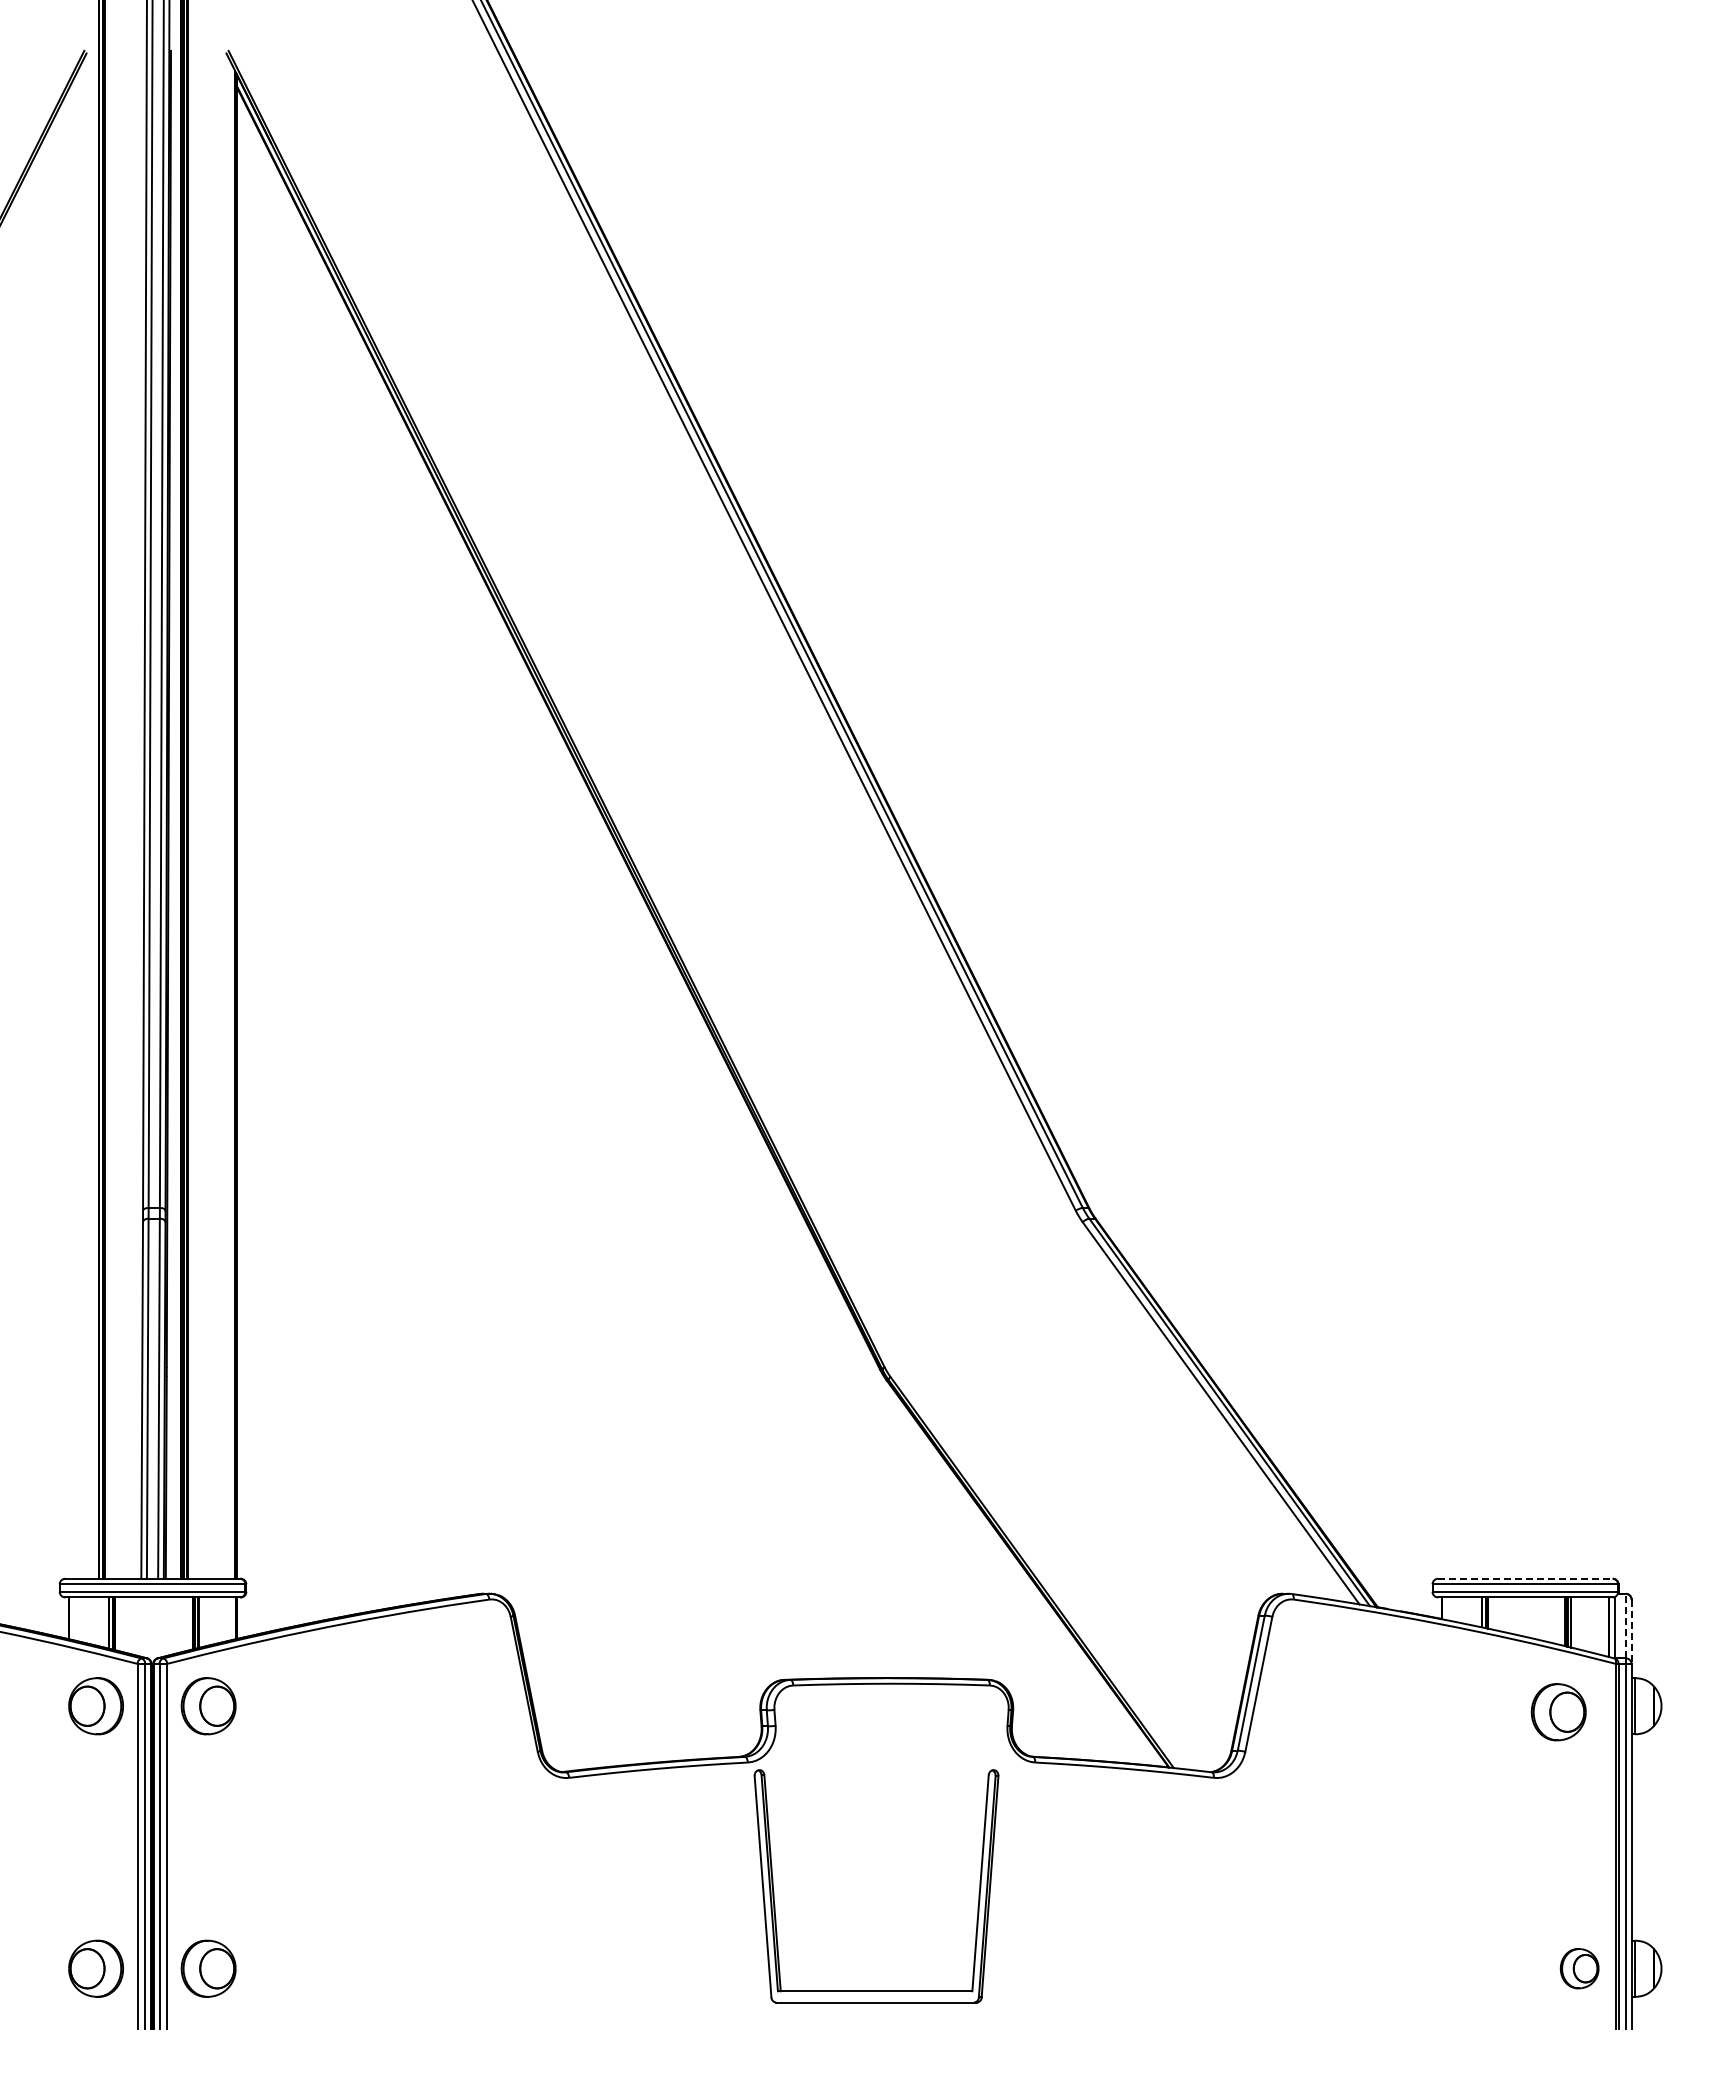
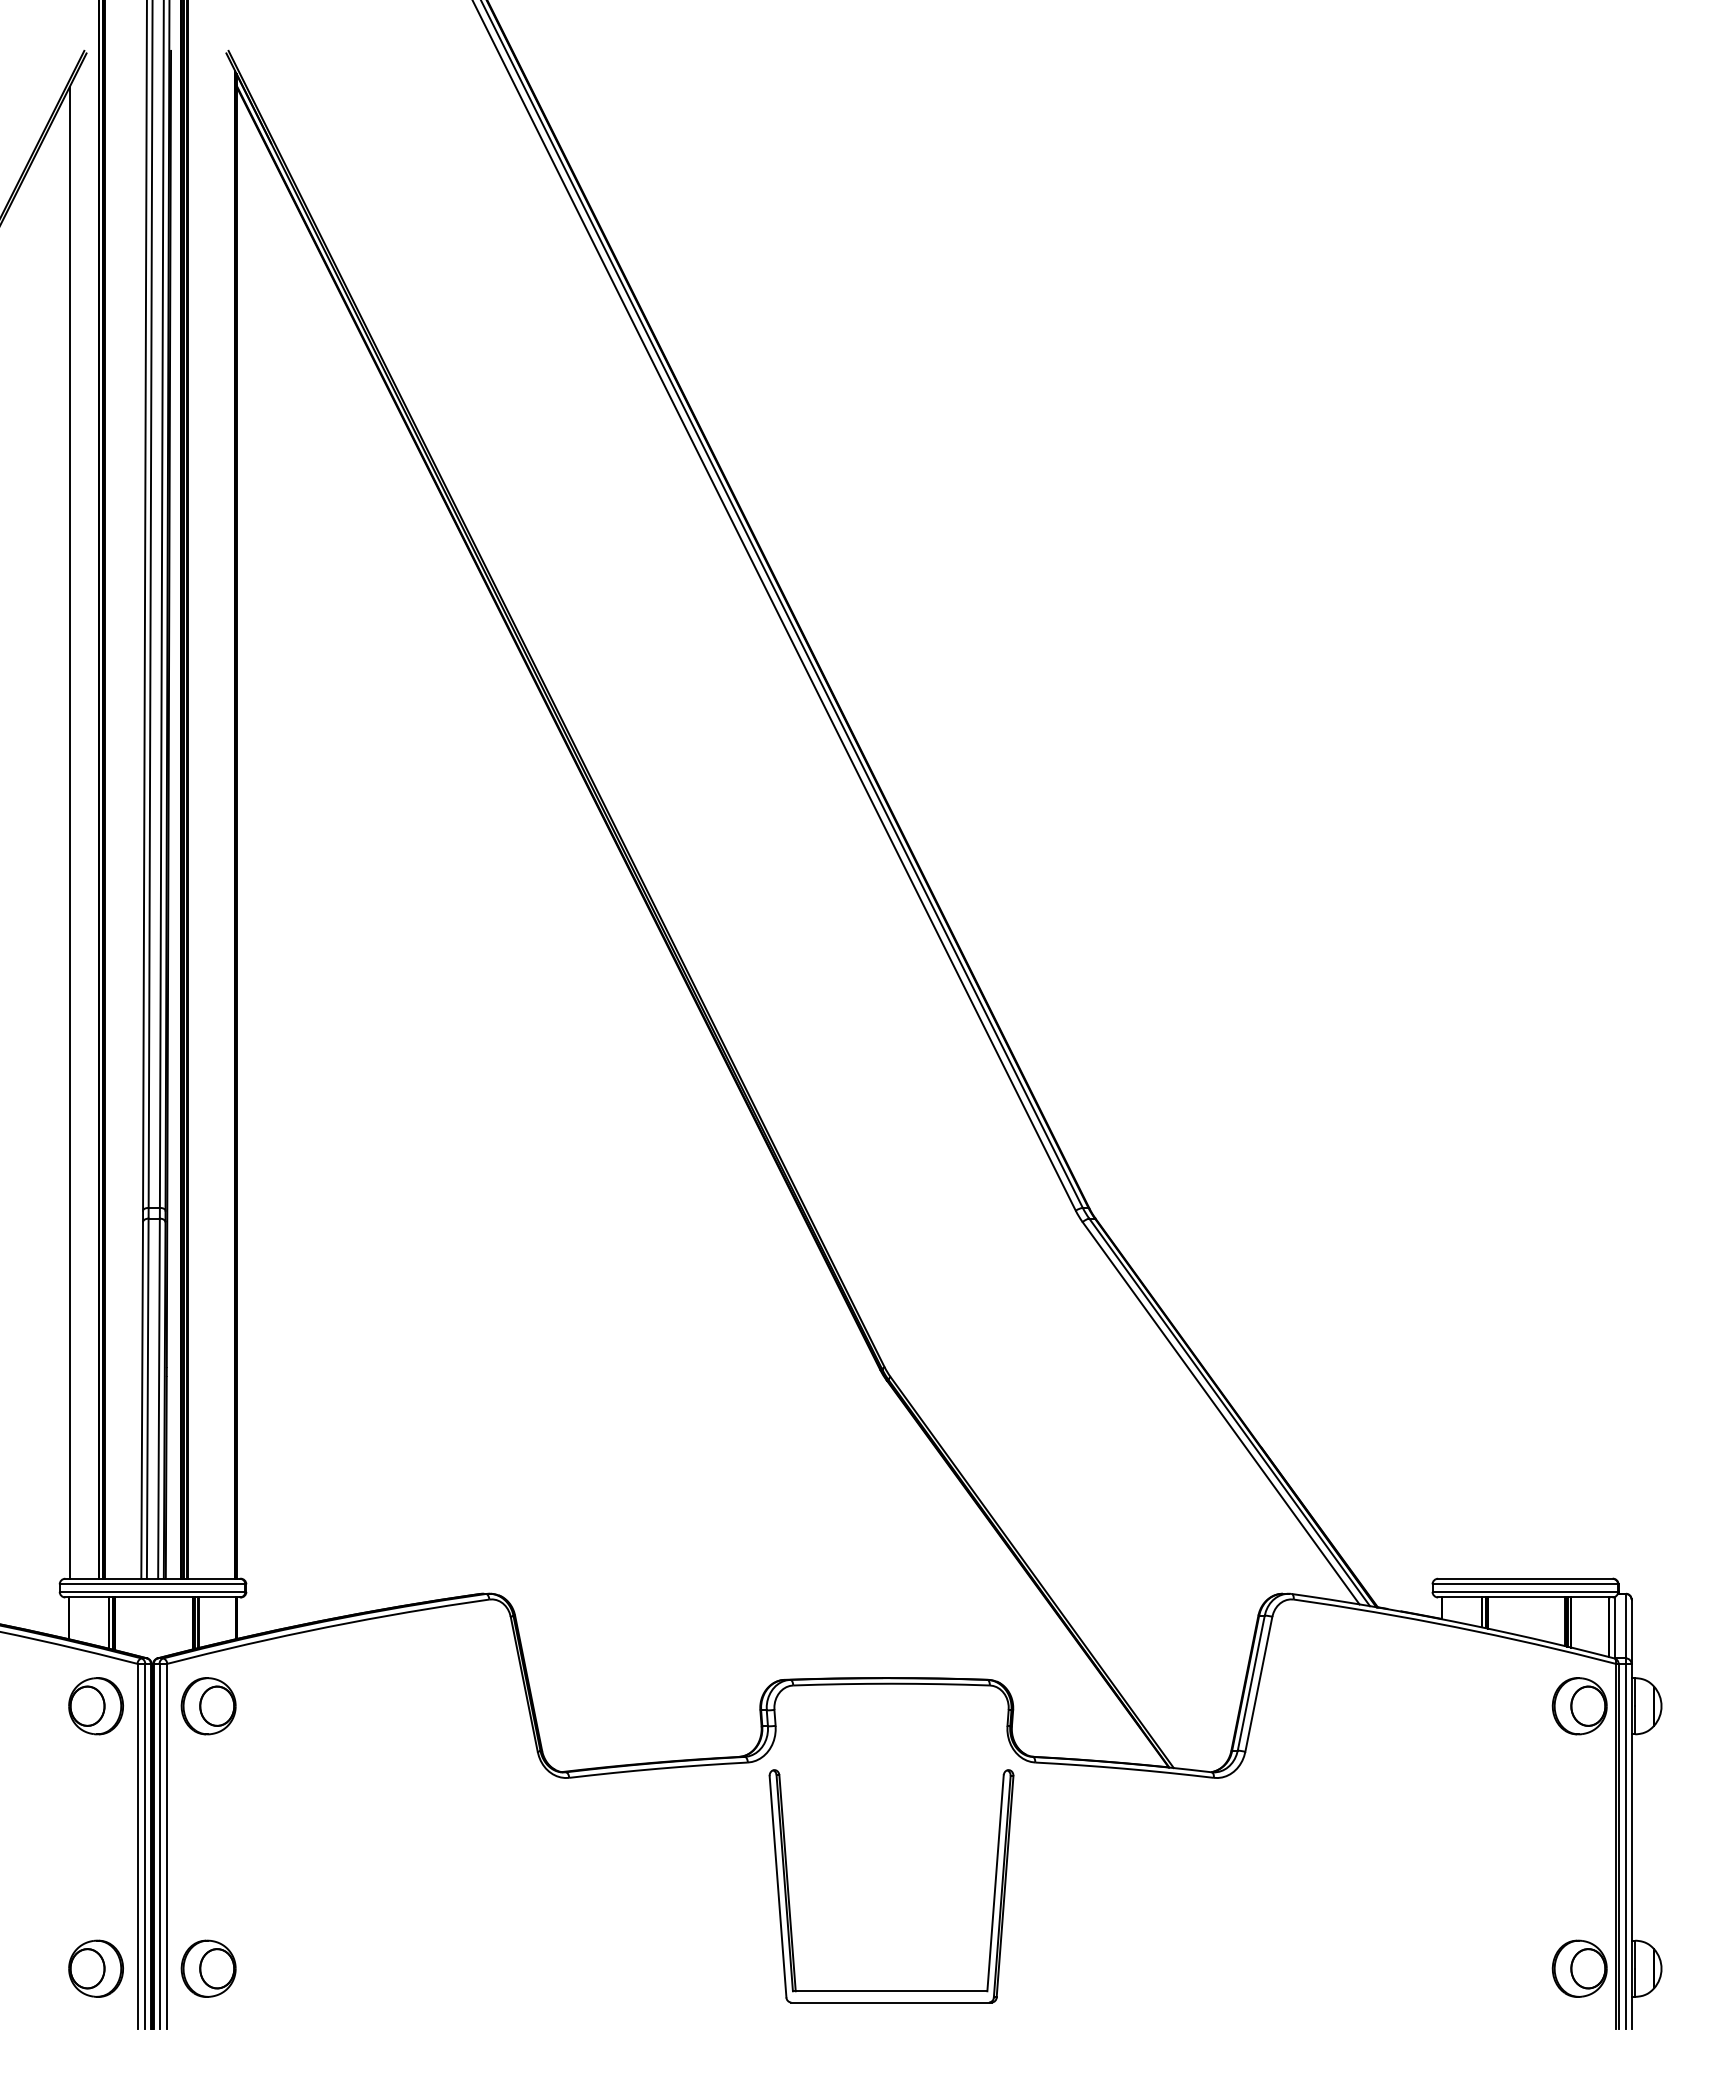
line at (69, 832): none -> present
line at (1525, 1578): dashed -> solid
line at (1625, 1625): dashed -> solid
line at (1631, 1632): dashed -> solid
part at (1558, 1712) position: (1558, 1712) -> (1579, 1706)
part at (774, 1891) position: (774, 1891) -> (789, 1891)
part at (1579, 1968) size: 41x42 px -> 57x59 px
